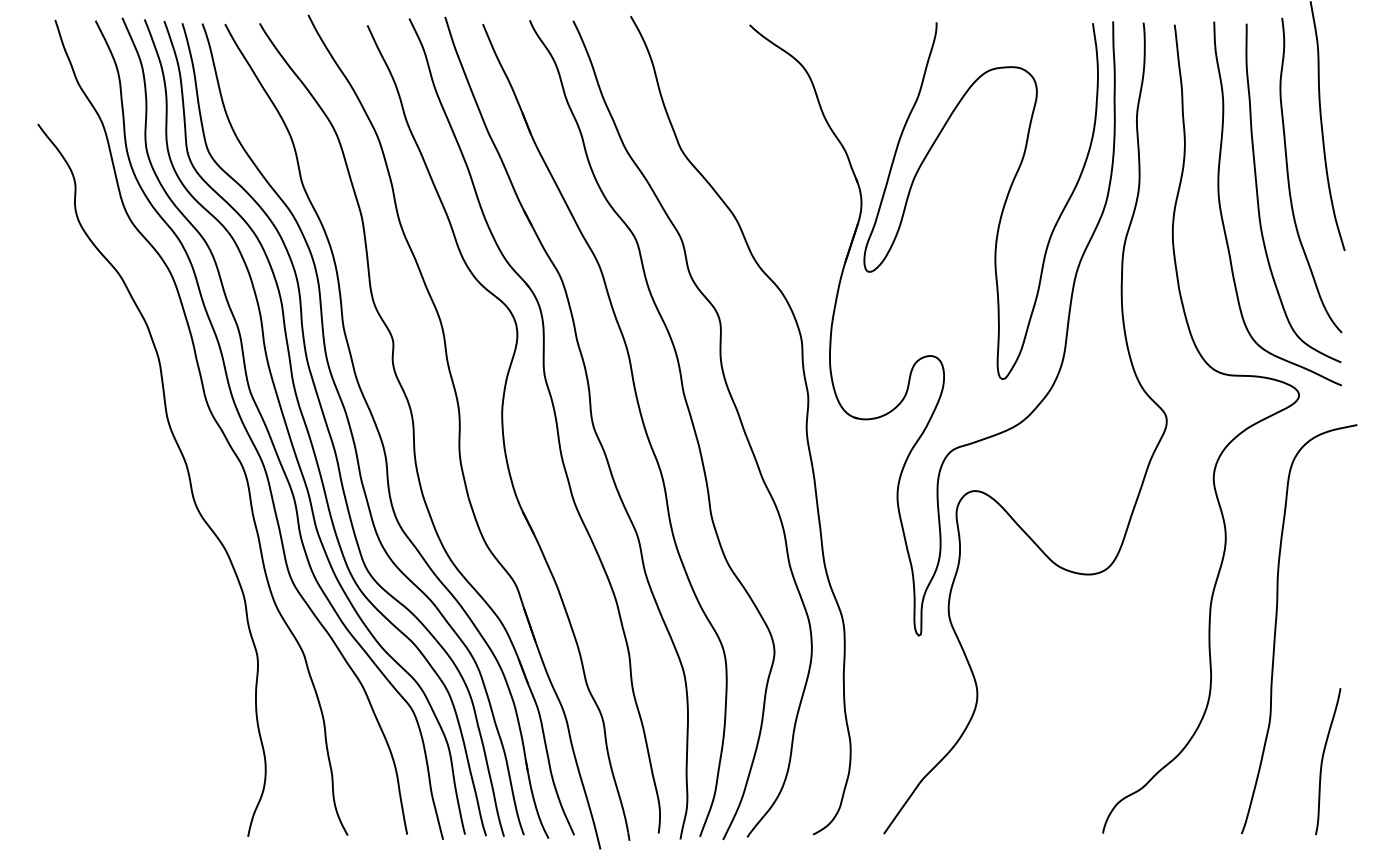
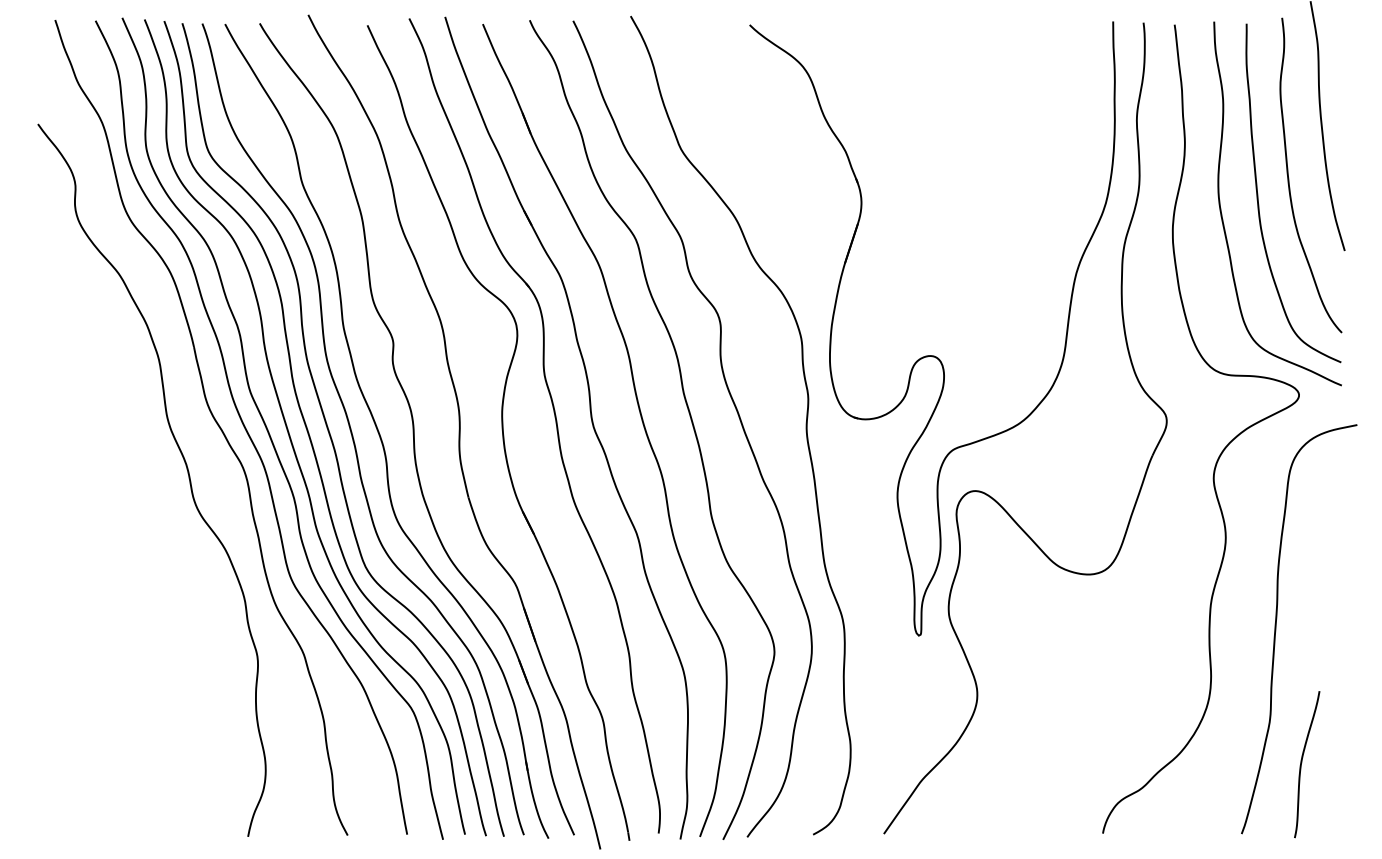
curve at (1002, 207): present -> none
curve at (1323, 759) position: (1323, 759) -> (1302, 762)
